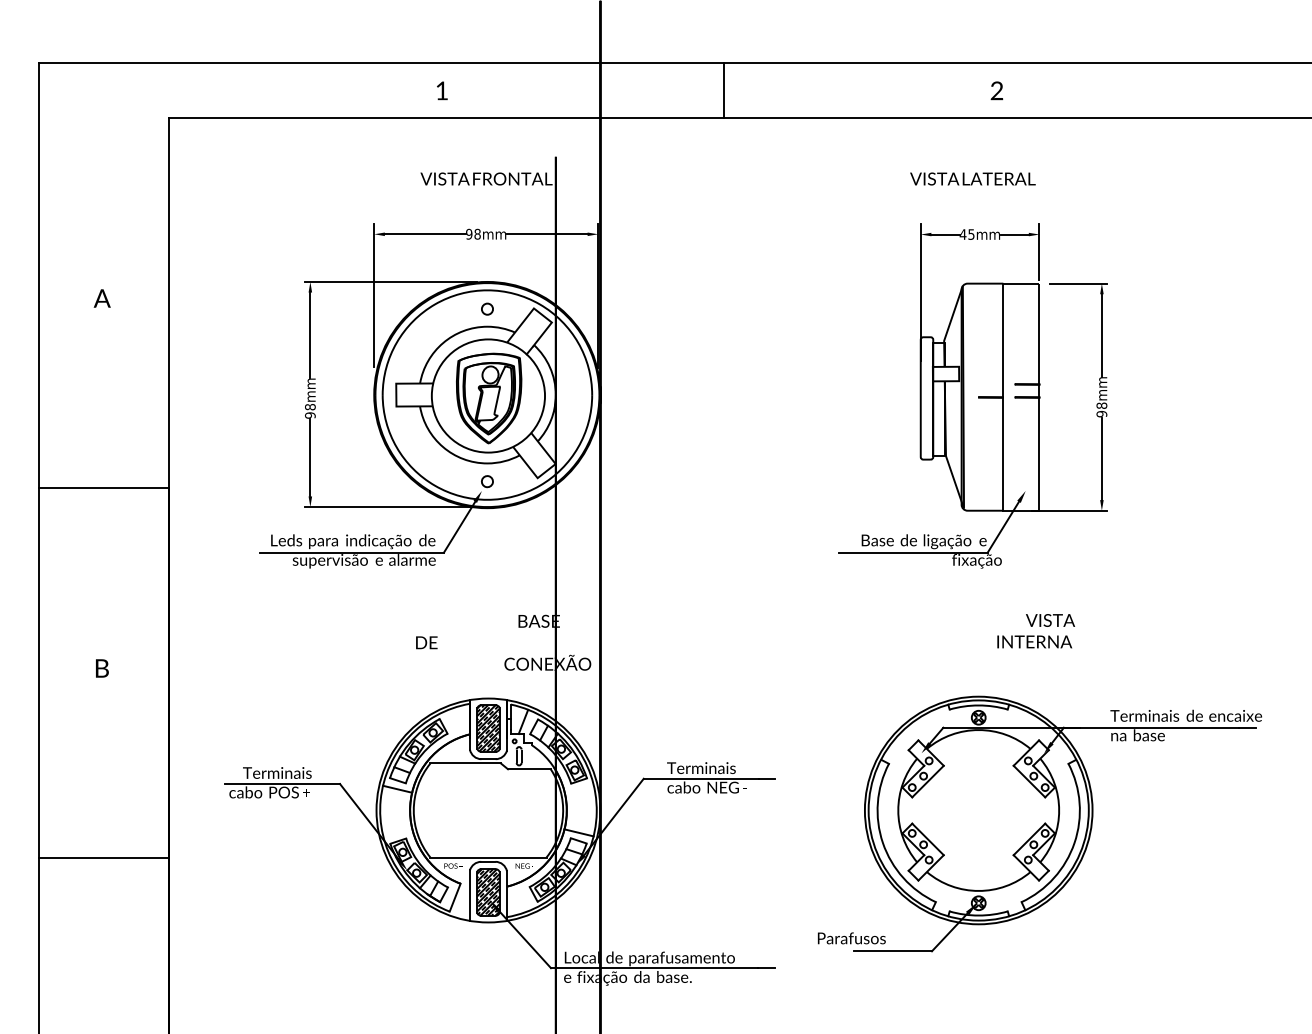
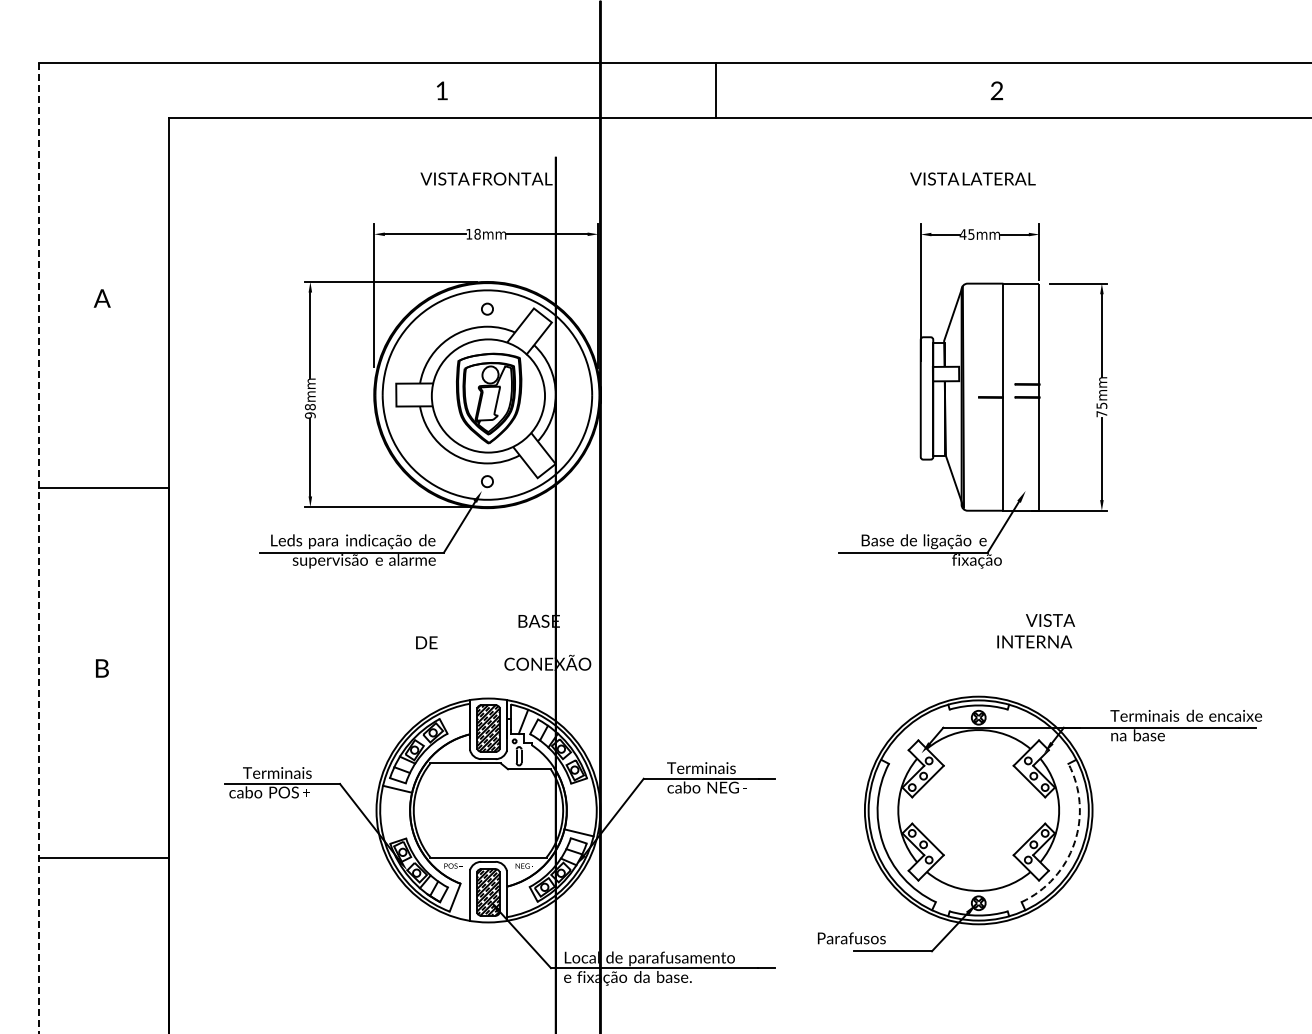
line at (723, 90) position: (723, 90) -> (715, 90)
text at (469, 233): 98mm -> 18mm
text at (1101, 409): 98mm -> 75mm
line at (39, 548): solid -> dashed
arc at (1074, 843): solid -> dashed
